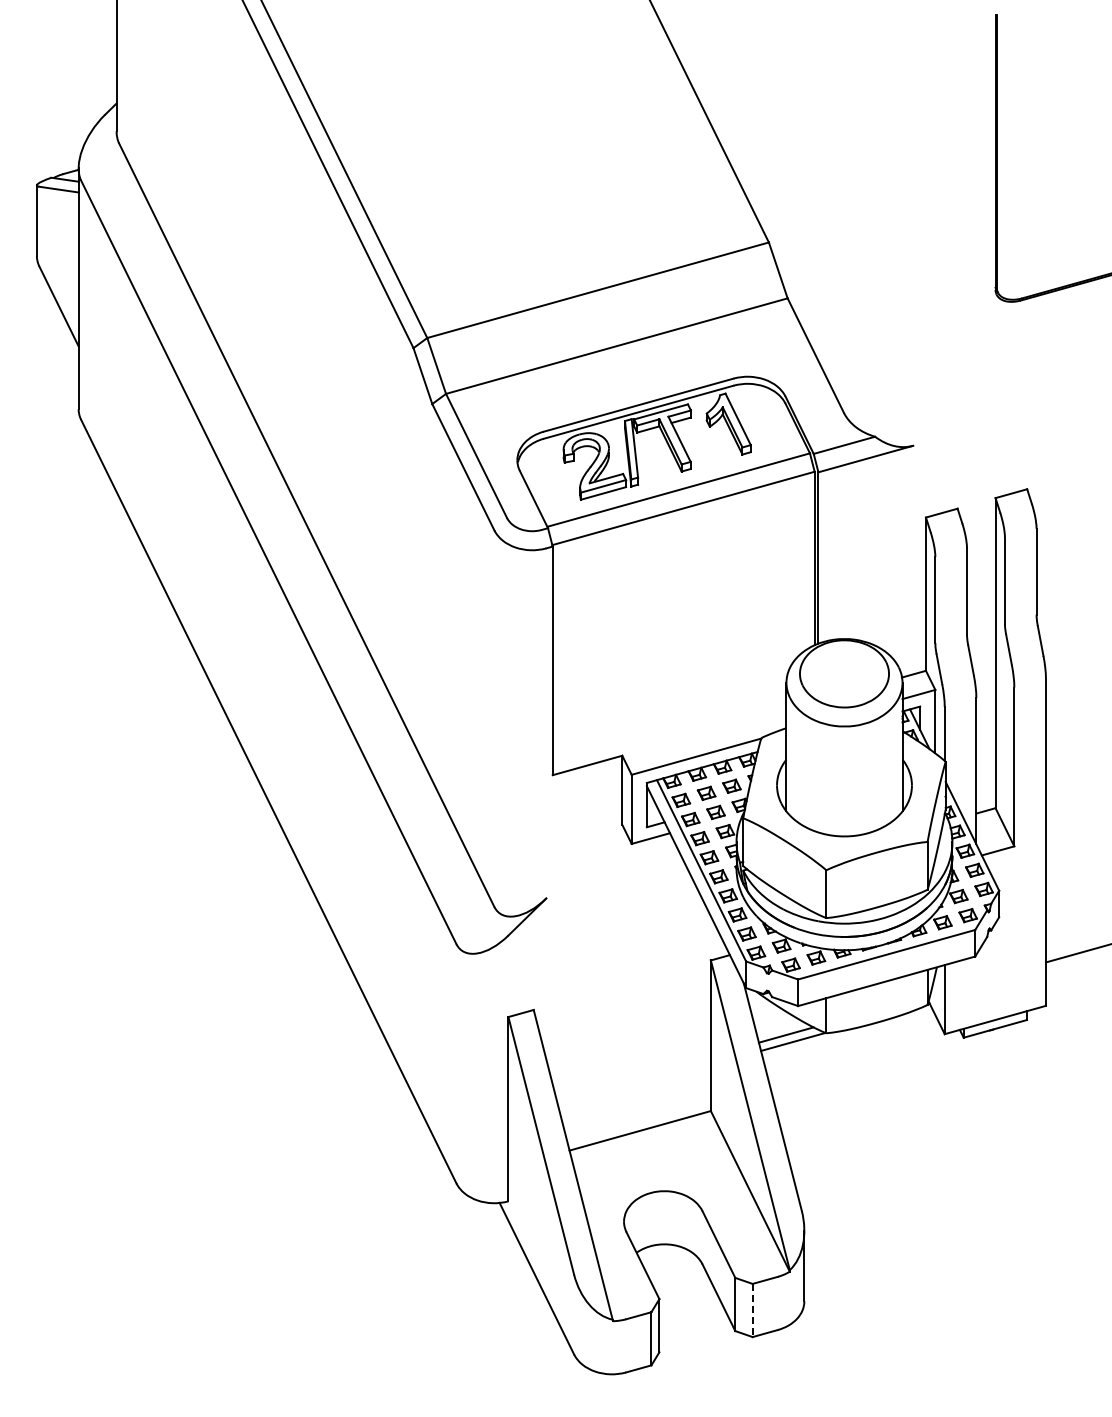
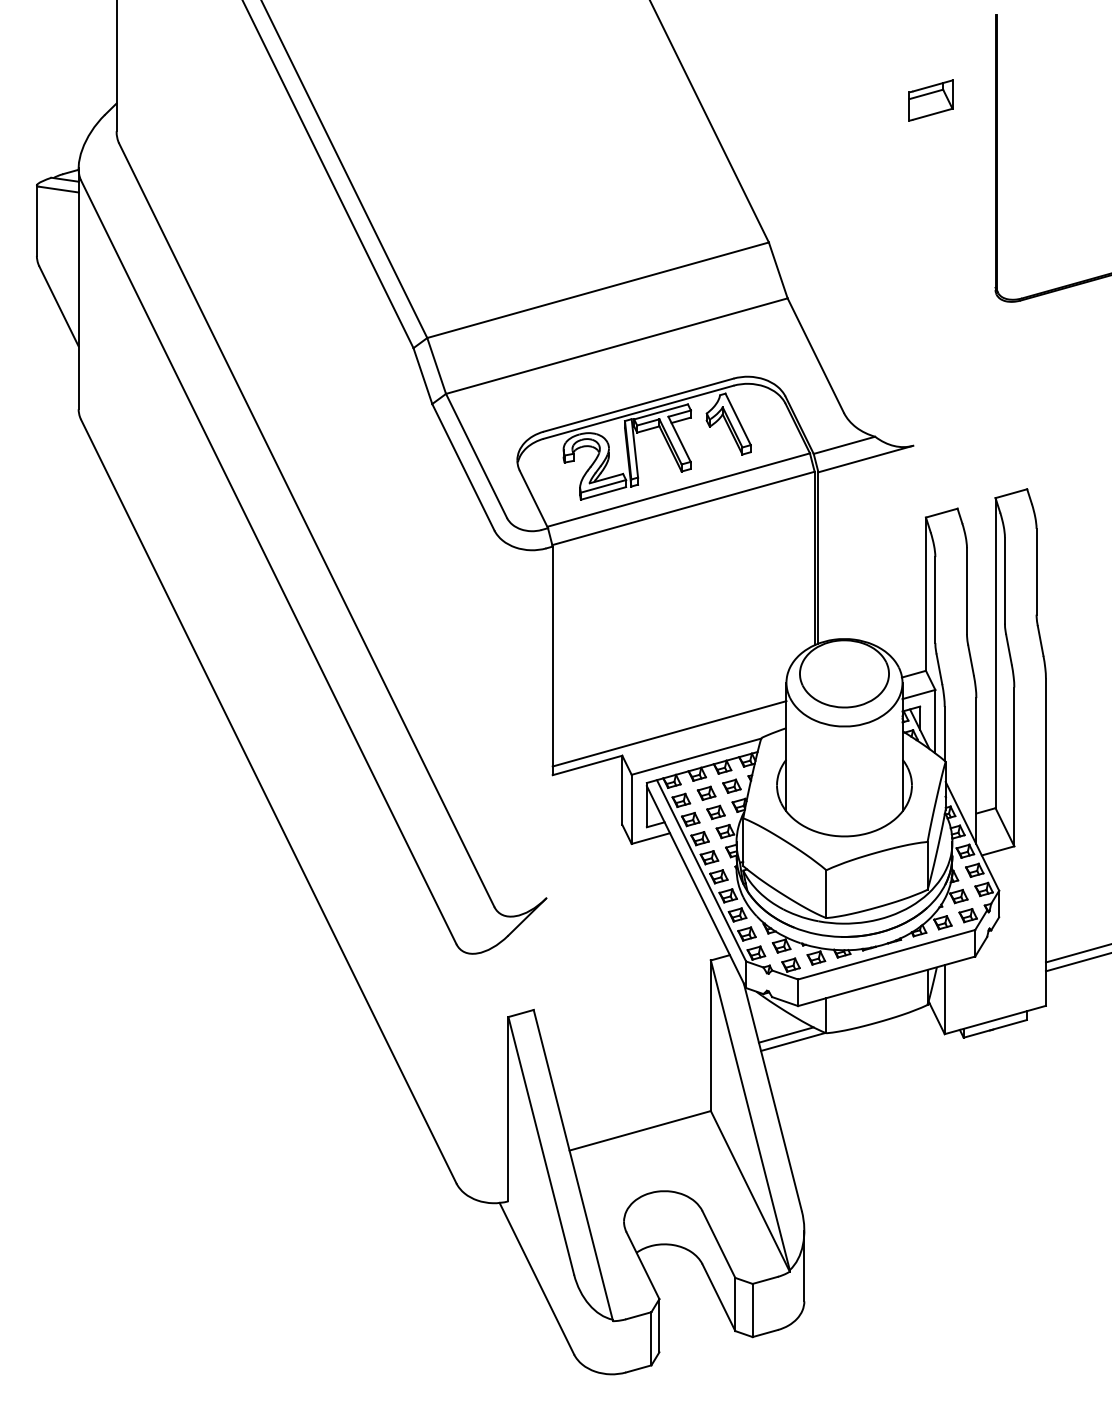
part at (930, 100): none -> present
line at (669, 733): none -> present
line at (1076, 962): none -> present
line at (752, 1310): dashed -> solid
